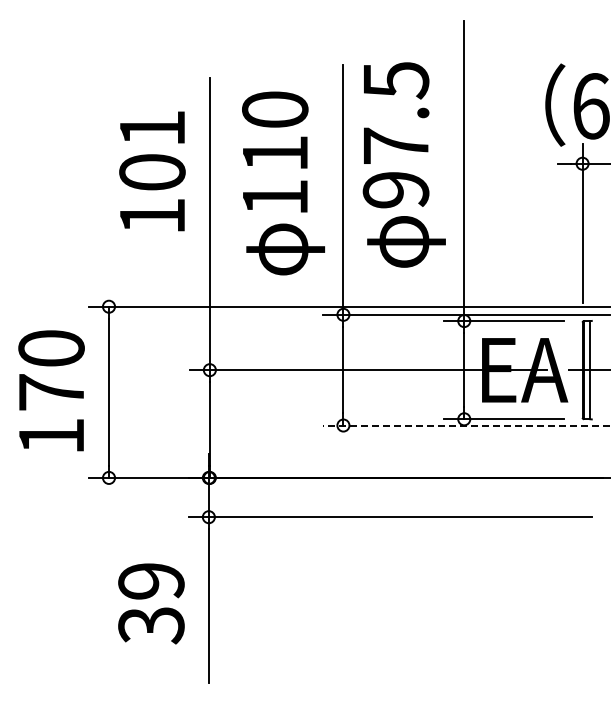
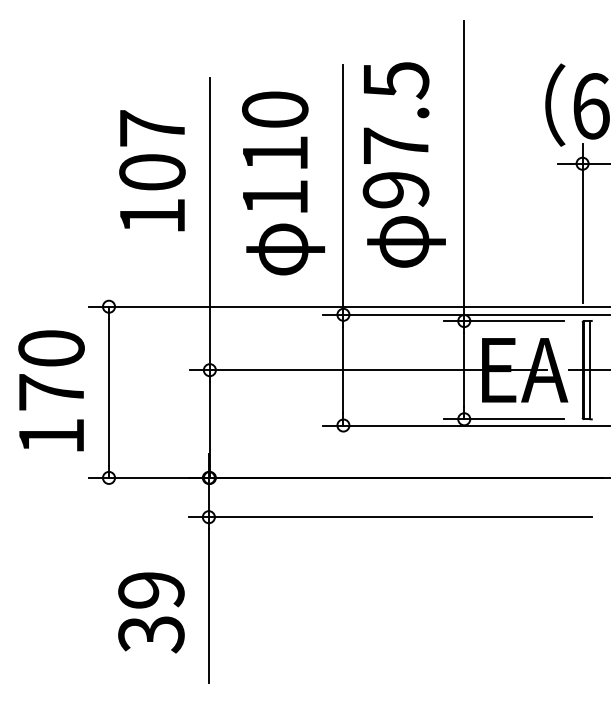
text at (152, 128): 101 -> 107
line at (466, 425): dashed -> solid
text at (151, 603) position: (151, 603) -> (151, 612)
